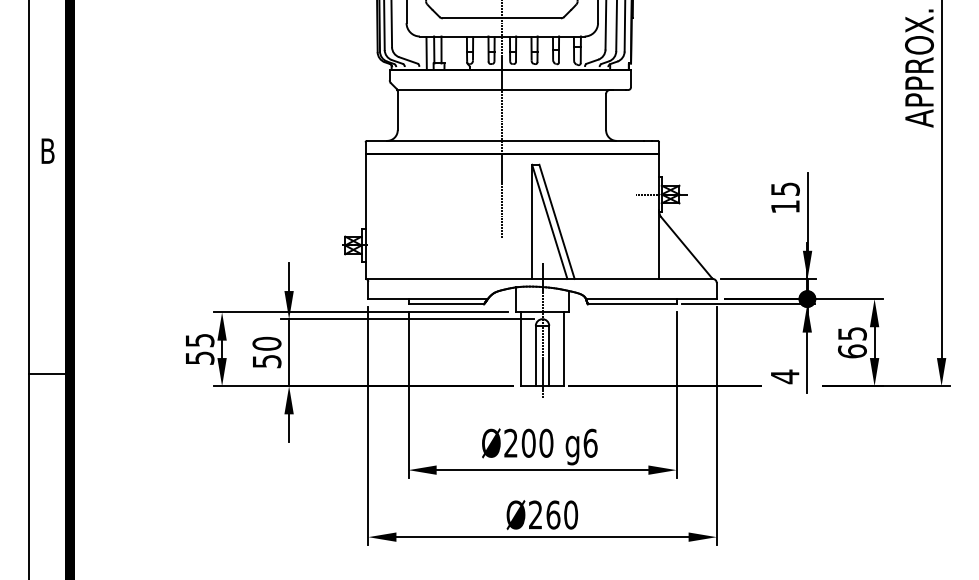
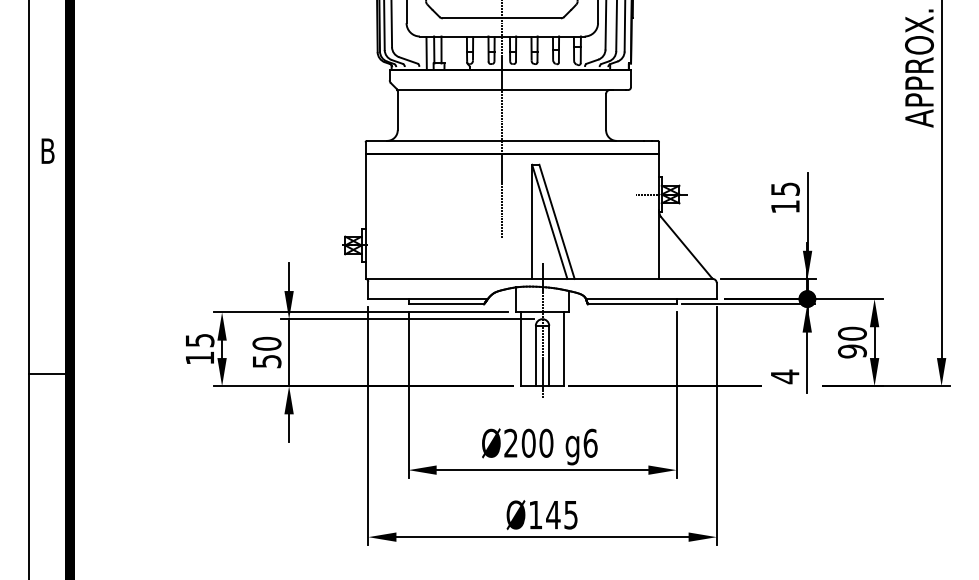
text at (852, 342): 65 -> 90
text at (200, 357): 55 -> 15
text at (553, 514): Ø260 -> Ø145
